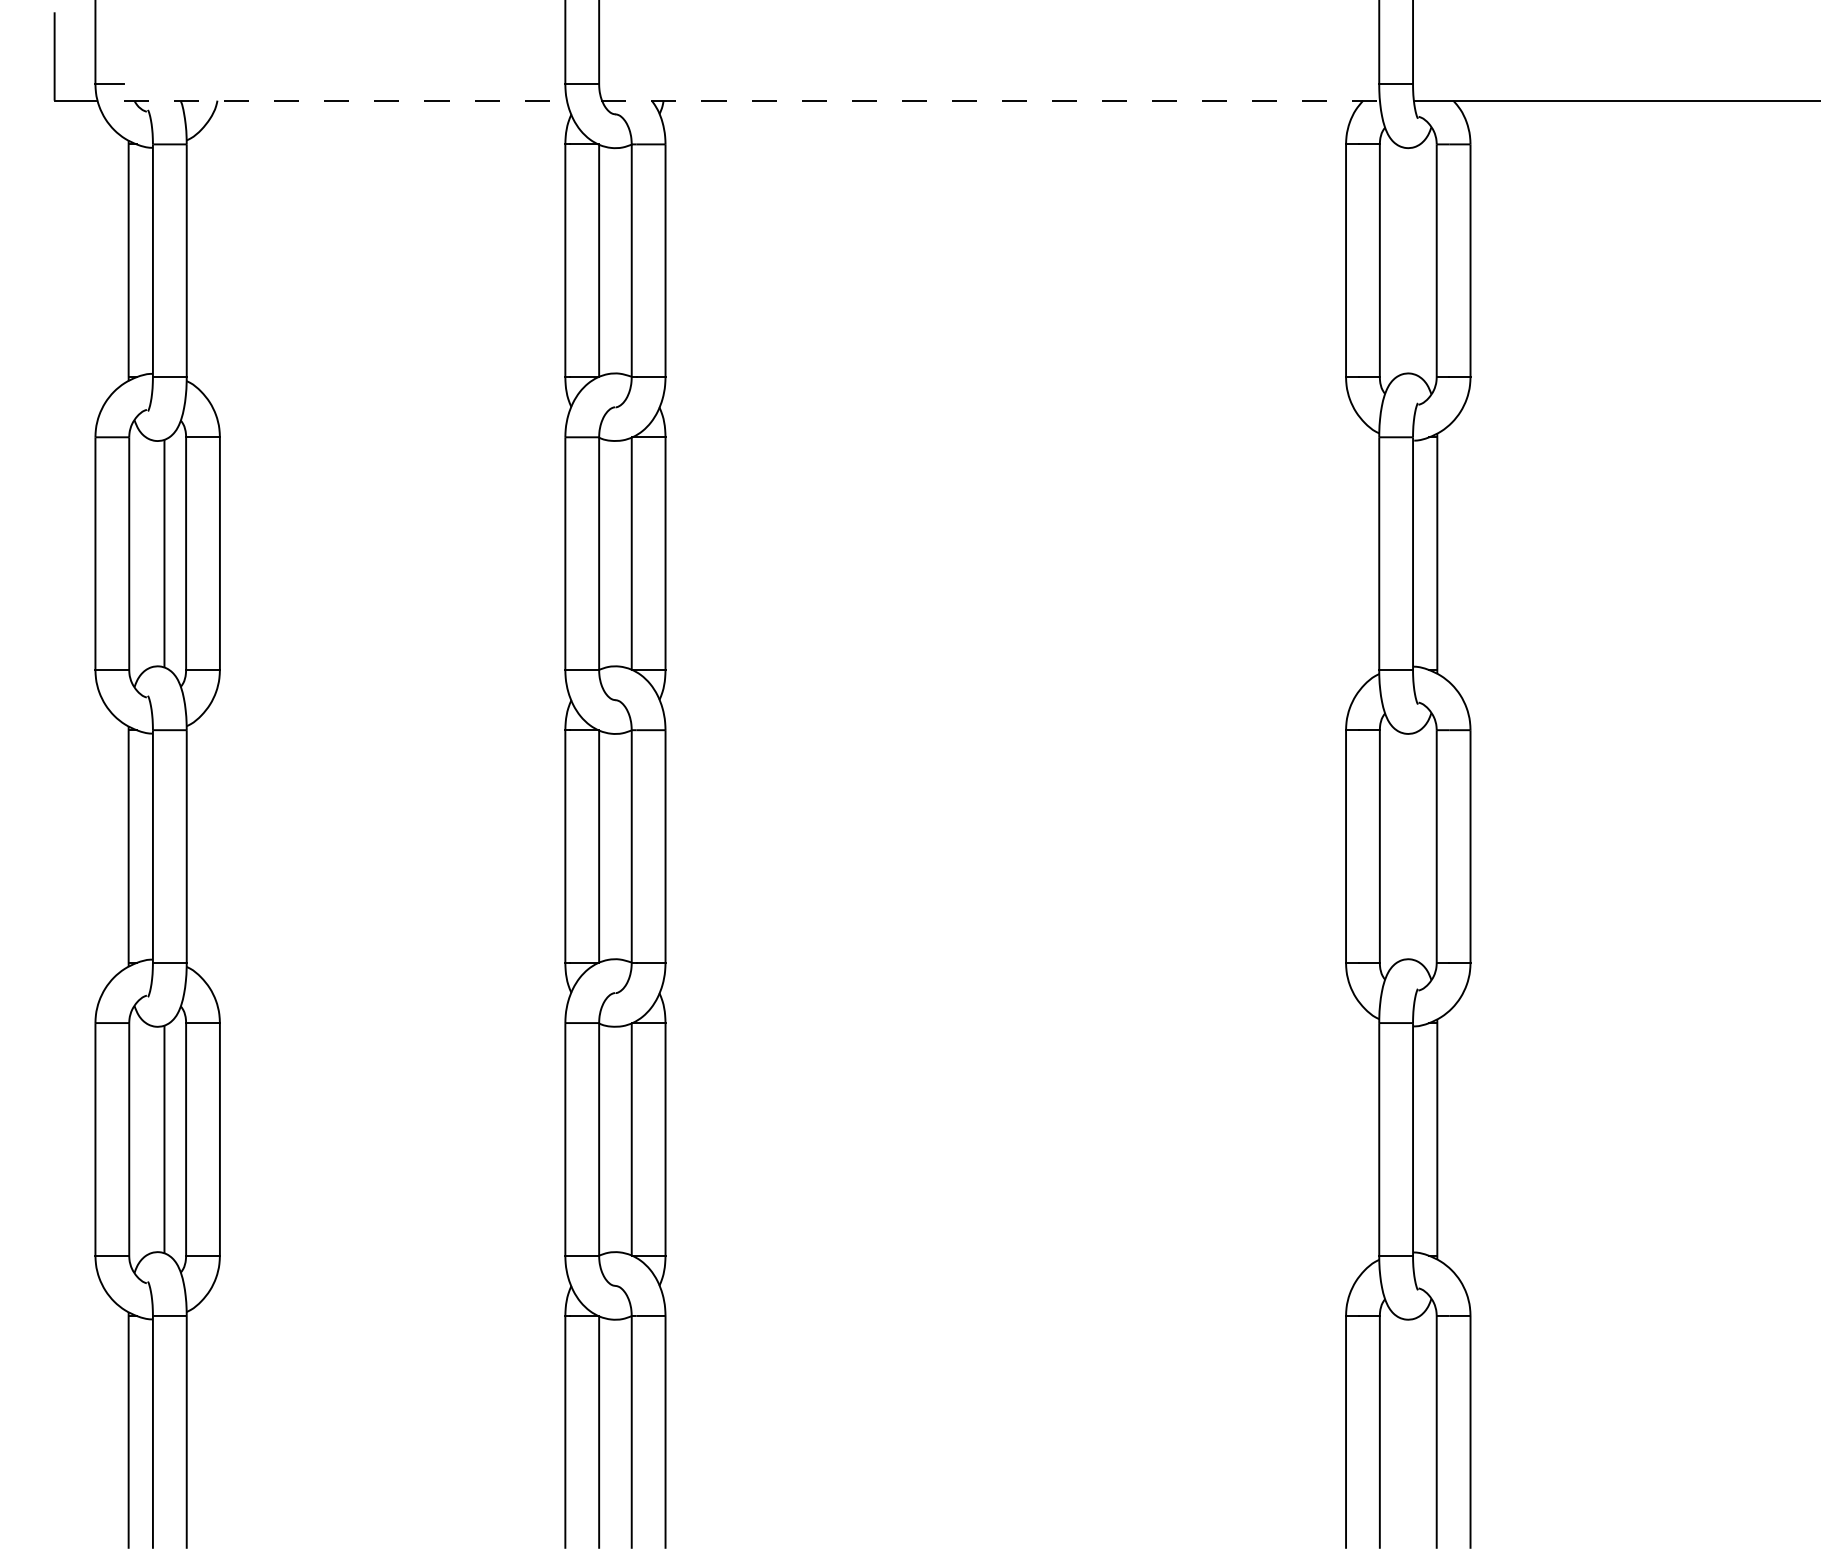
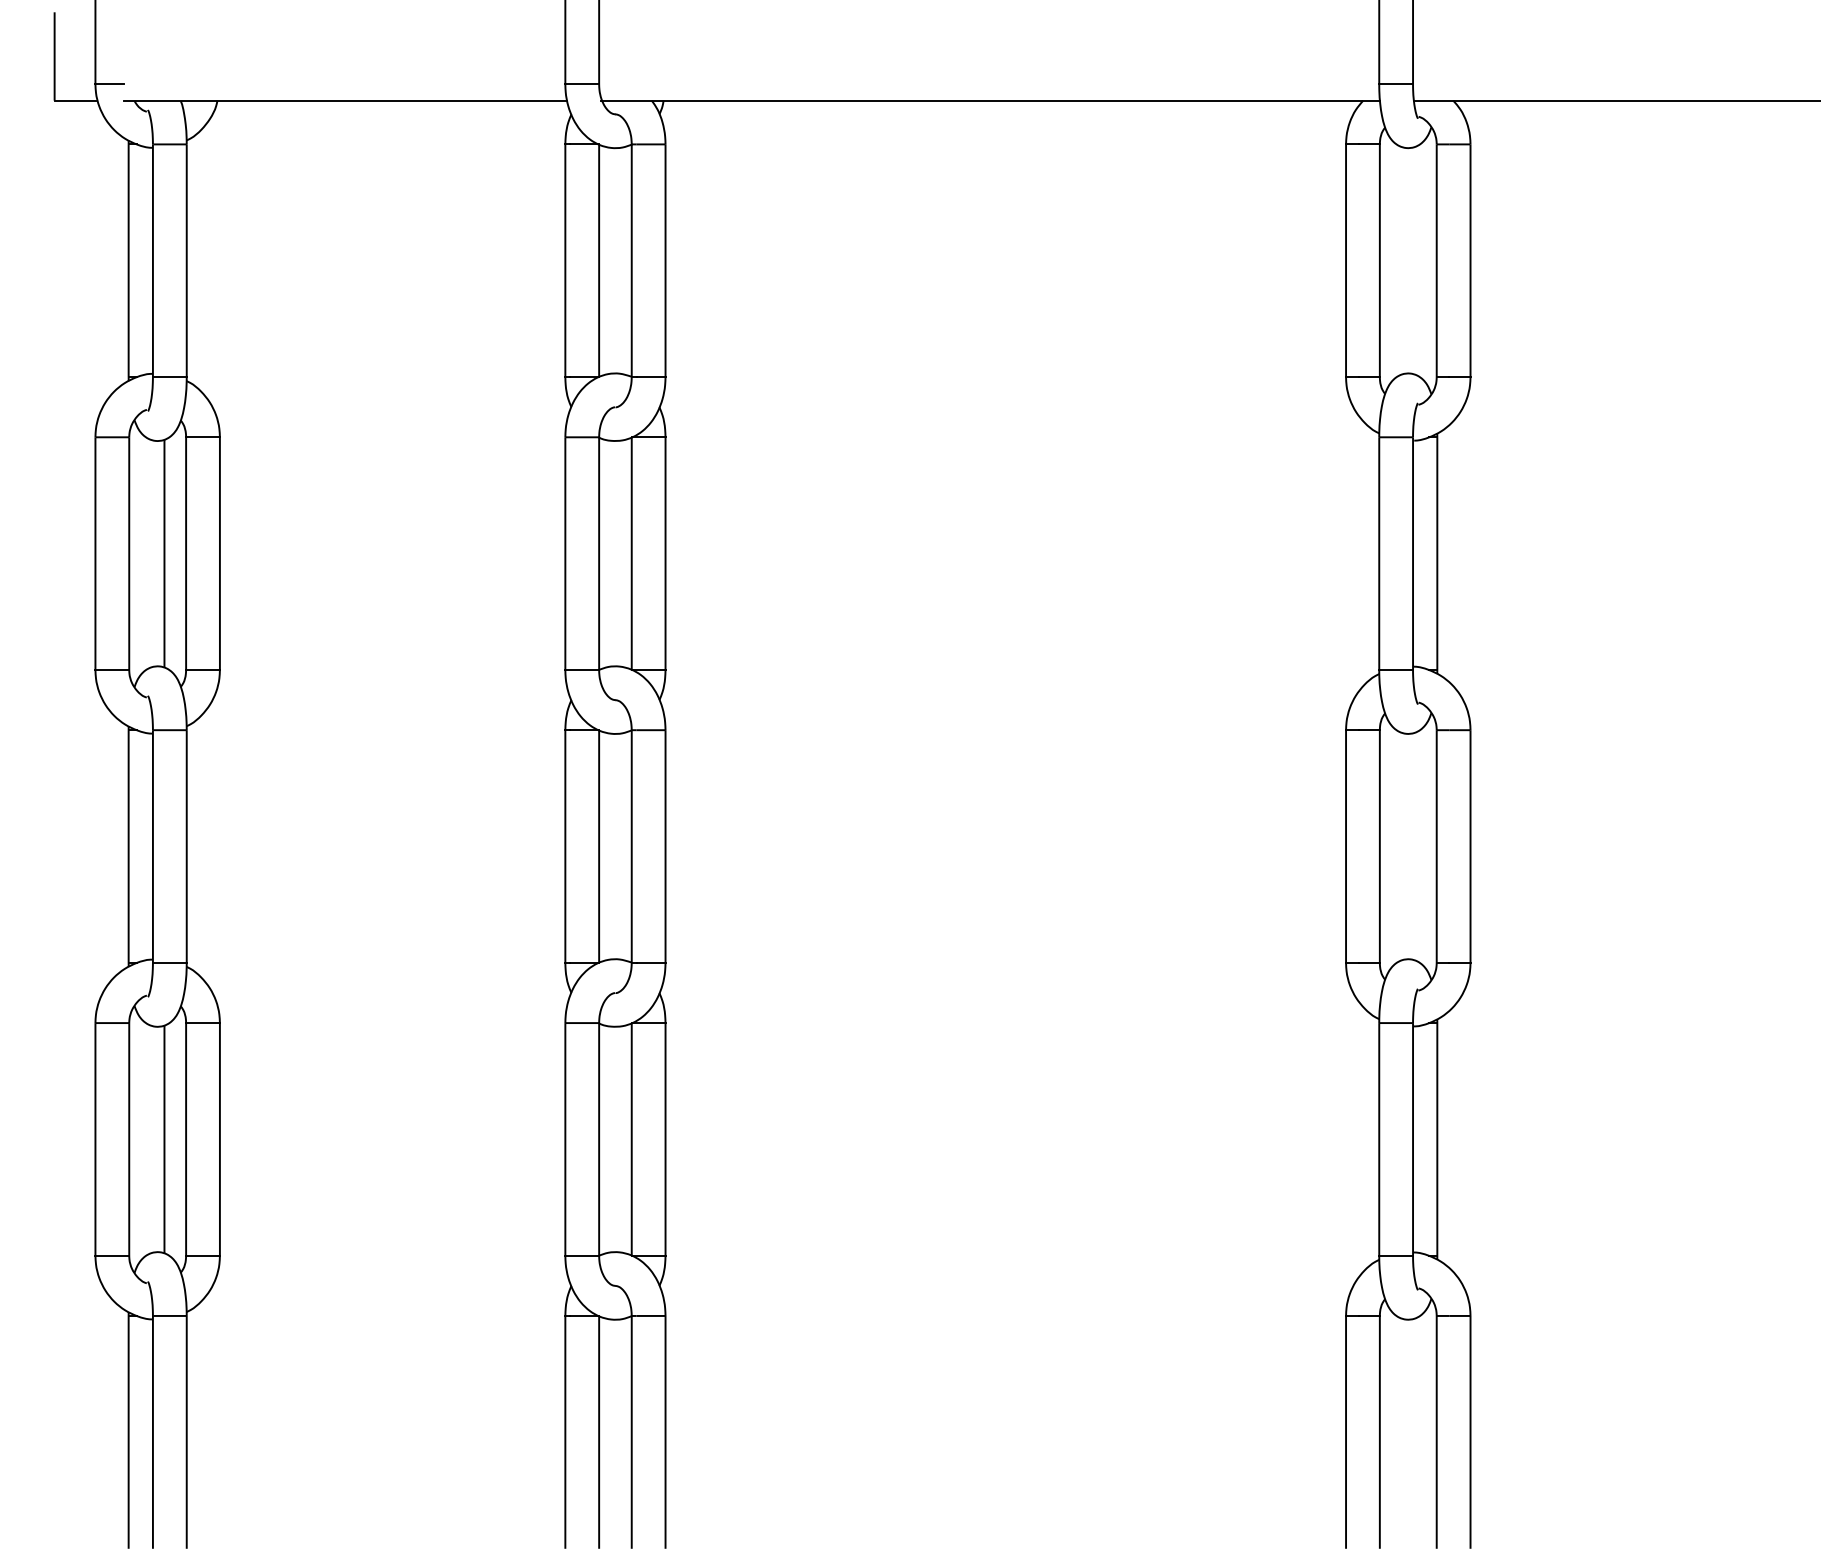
line at (346, 100): dashed -> solid
line at (991, 100): dashed -> solid
